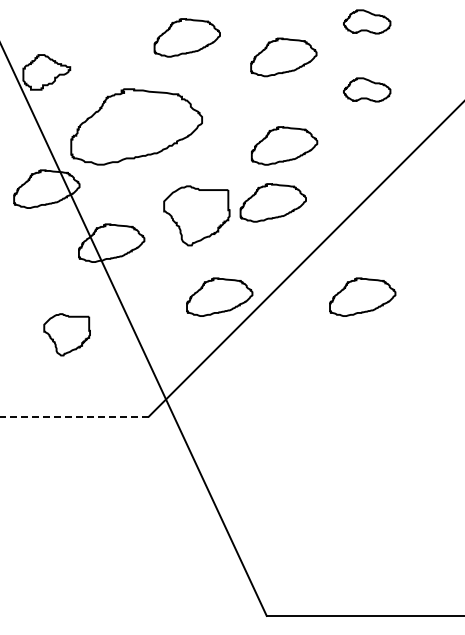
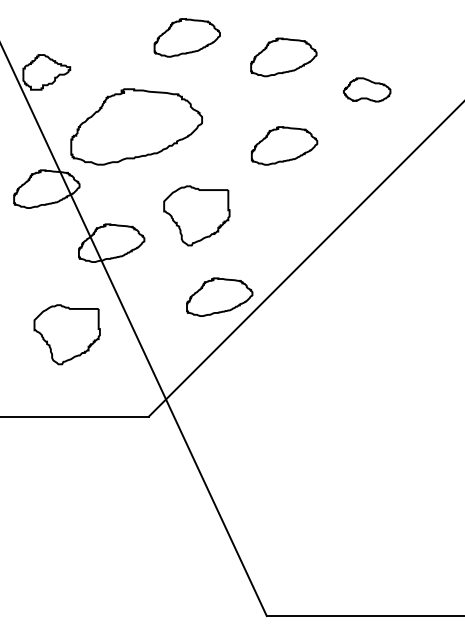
part at (367, 21): present -> none
part at (272, 202): present -> none
part at (362, 296): present -> none
part at (66, 334) size: 48x44 px -> 68x62 px
line at (75, 416): dashed -> solid
